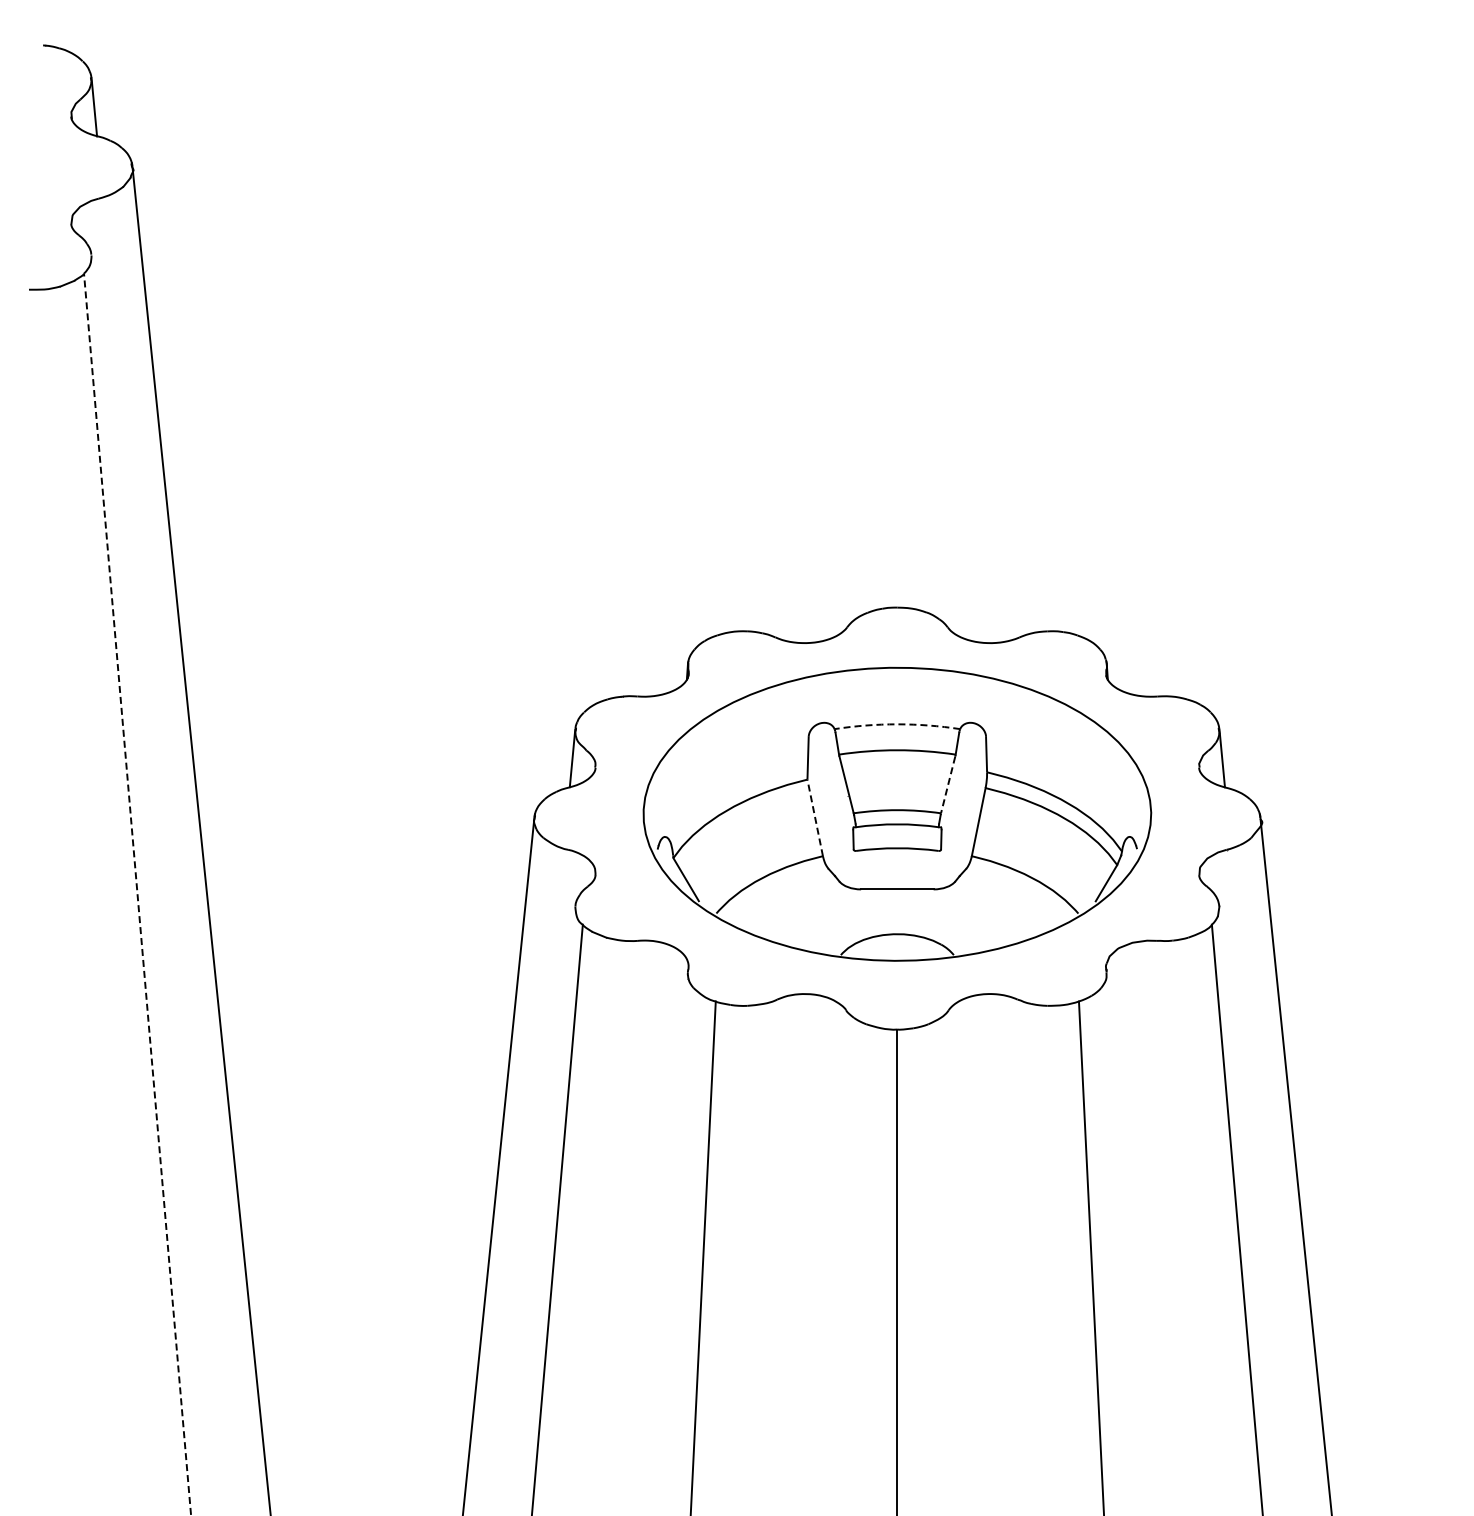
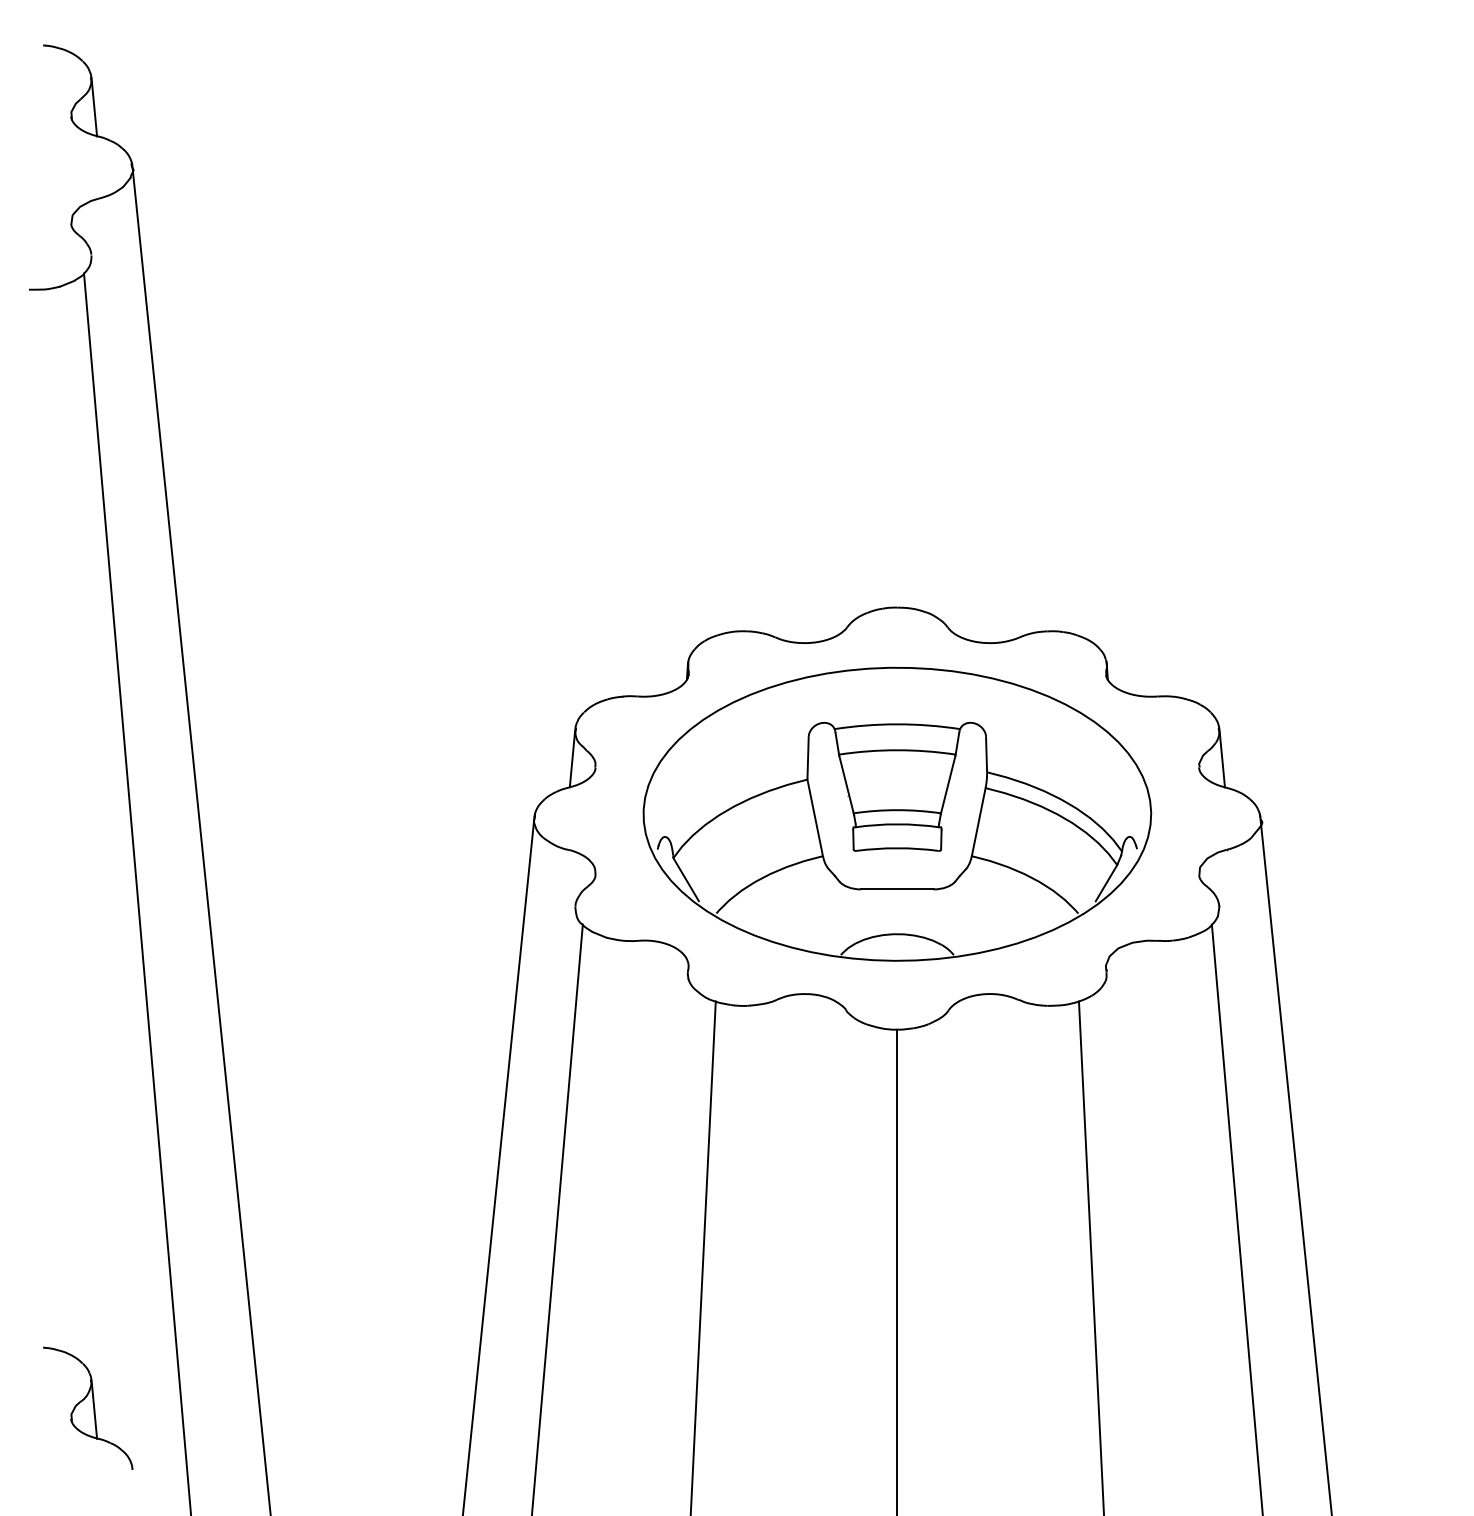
arc at (897, 724): dashed -> solid
line at (948, 785): dashed -> solid
line at (815, 817): dashed -> solid
line at (137, 894): dashed -> solid
part at (88, 1407): none -> present
